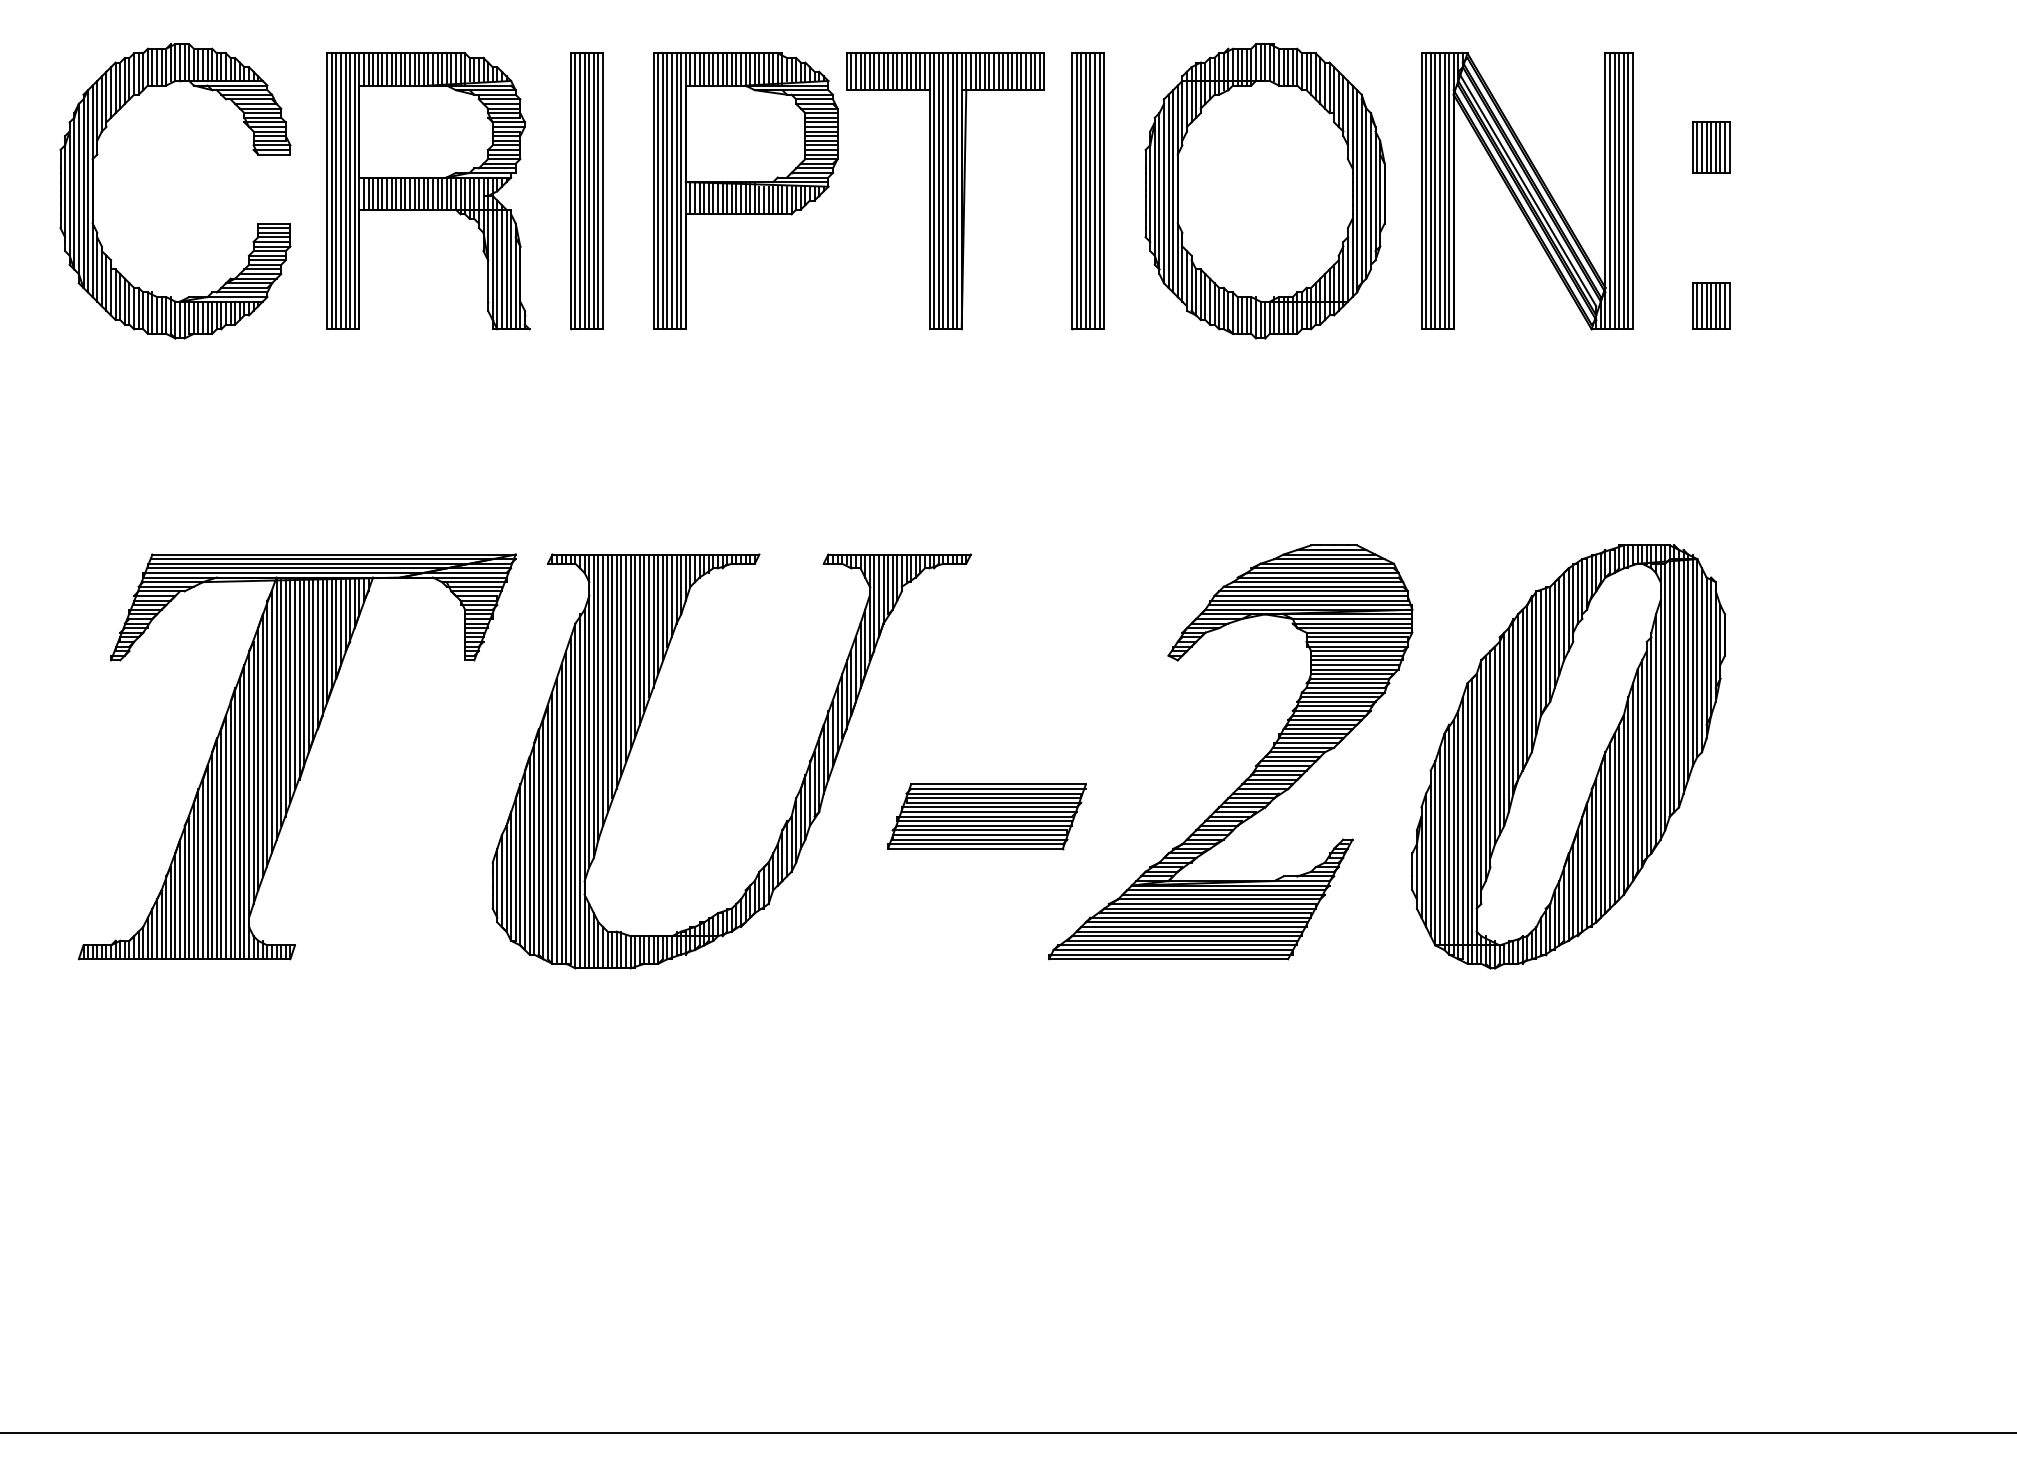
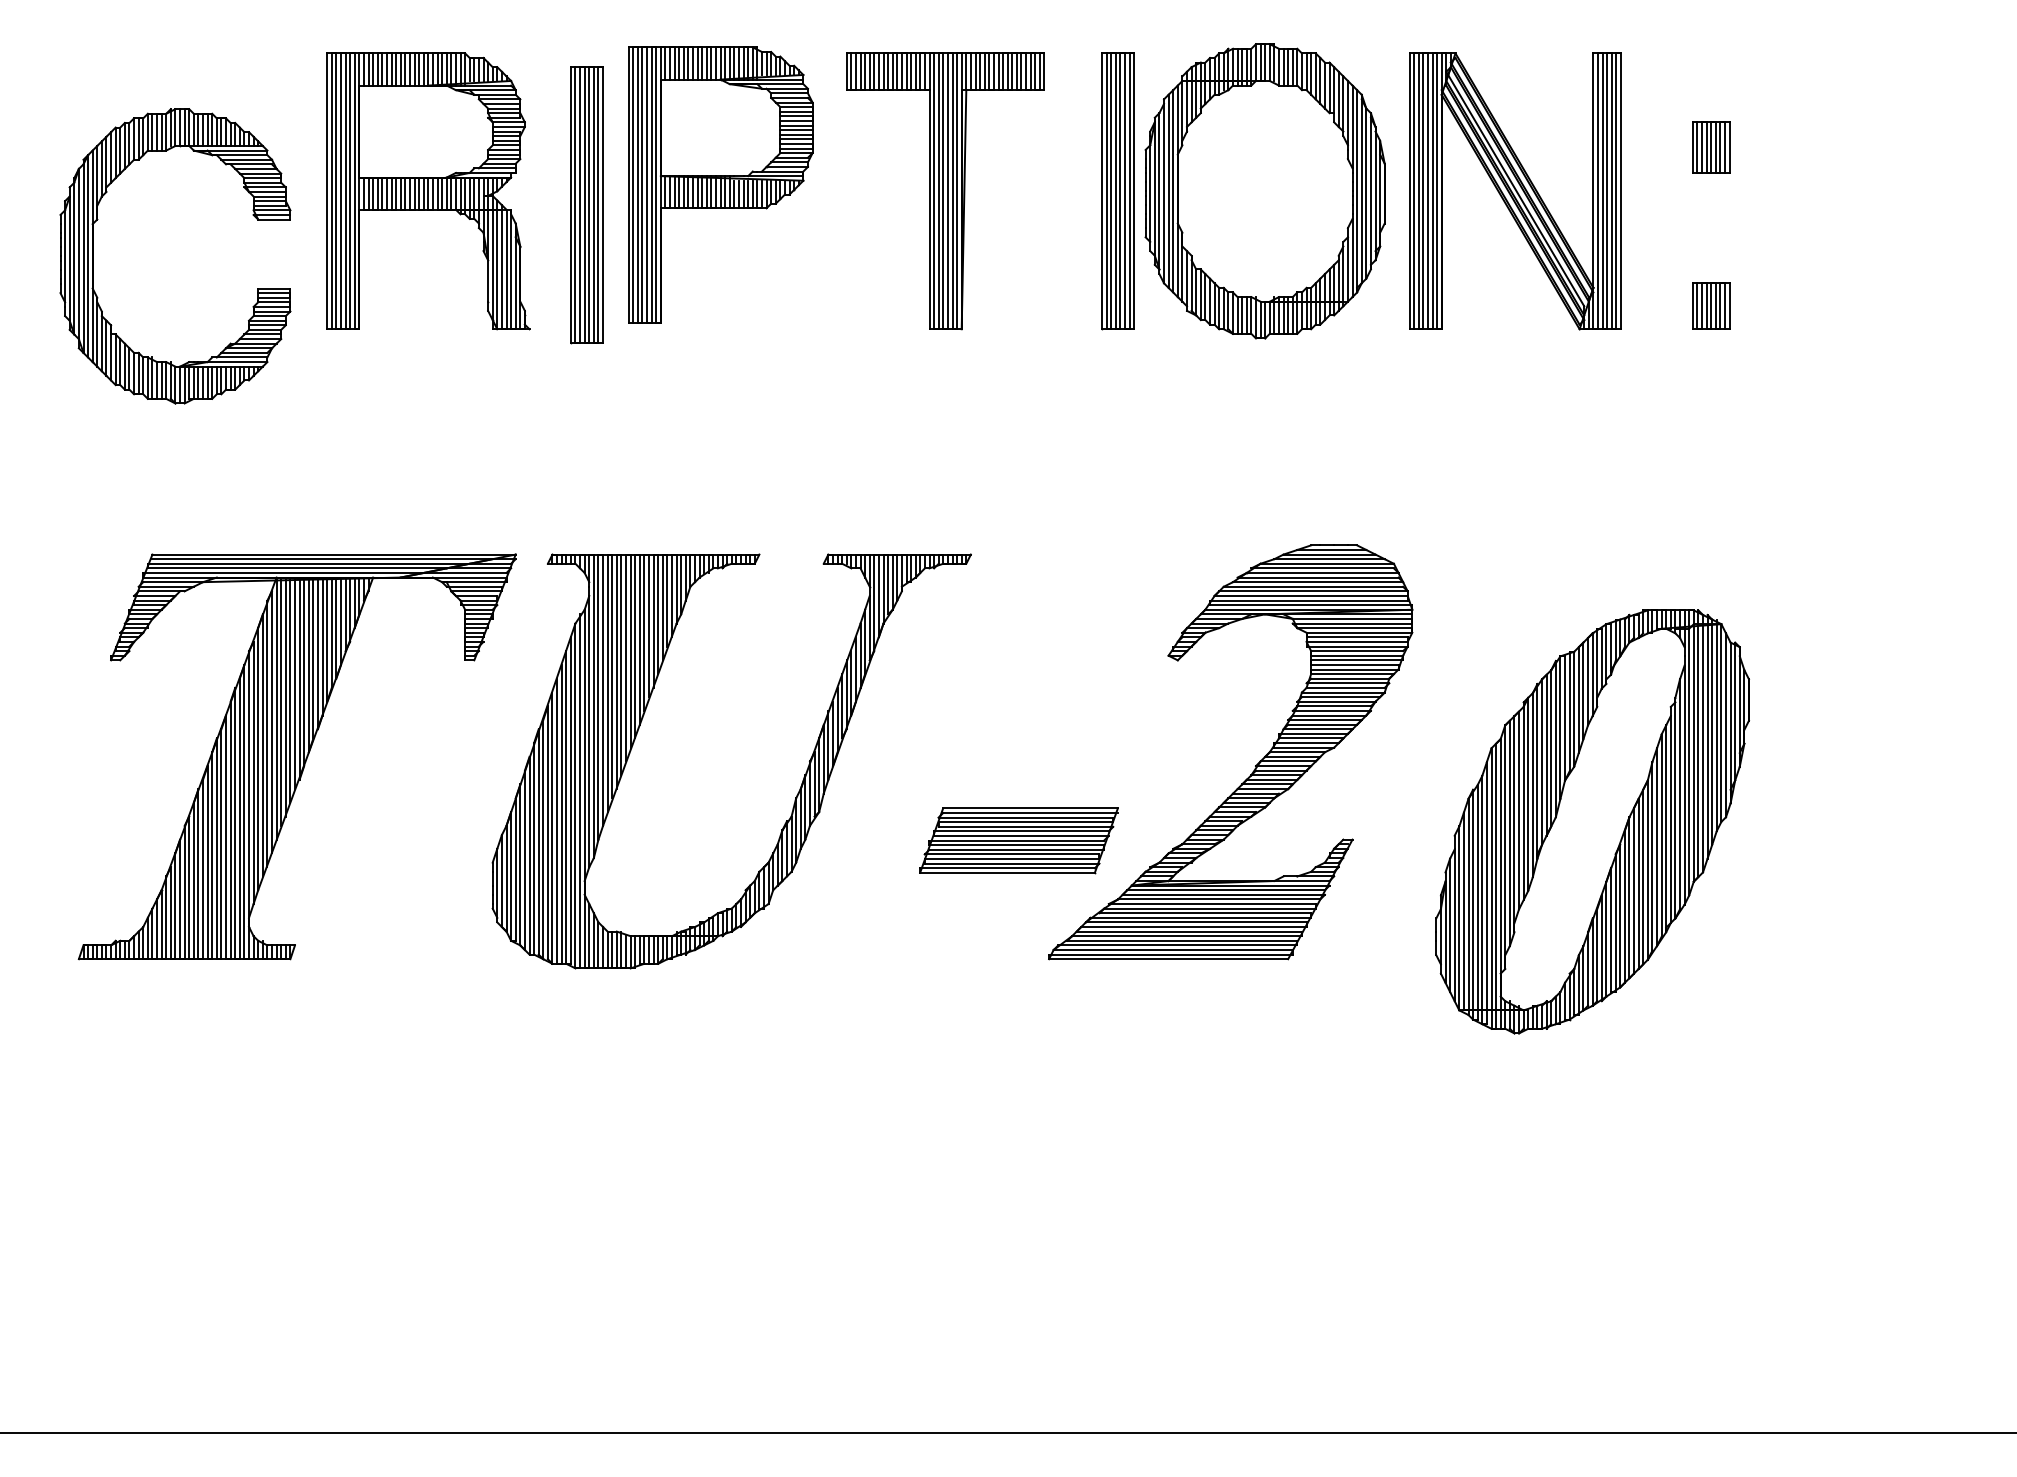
part at (745, 190) position: (745, 190) -> (720, 184)
part at (93, 191) position: (93, 191) -> (93, 256)
part at (586, 191) position: (586, 191) -> (586, 205)
part at (1087, 191) position: (1087, 191) -> (1117, 191)
part at (1527, 191) position: (1527, 191) -> (1515, 191)
part at (1568, 756) position: (1568, 756) -> (1592, 821)
part at (986, 816) position: (986, 816) -> (1018, 840)
